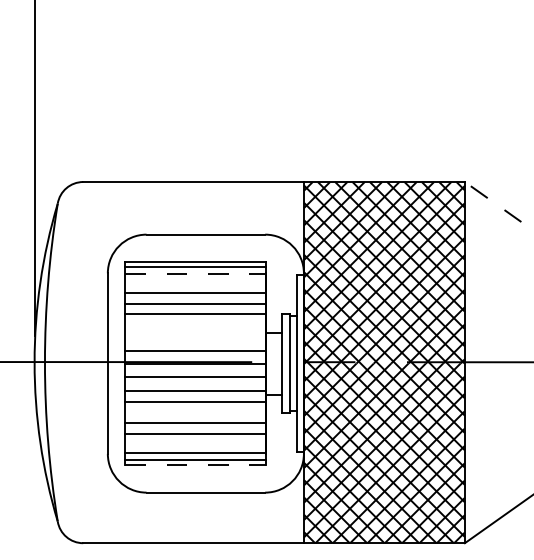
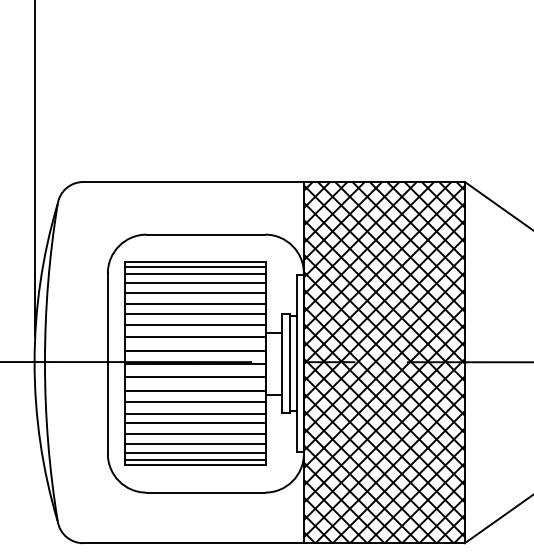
line at (499, 206): dashed -> solid
line at (196, 274): dashed -> solid
line at (195, 283): none -> present
line at (195, 325): none -> present
line at (195, 336): none -> present
line at (195, 413): none -> present
line at (195, 443): none -> present
line at (196, 465): dashed -> solid
